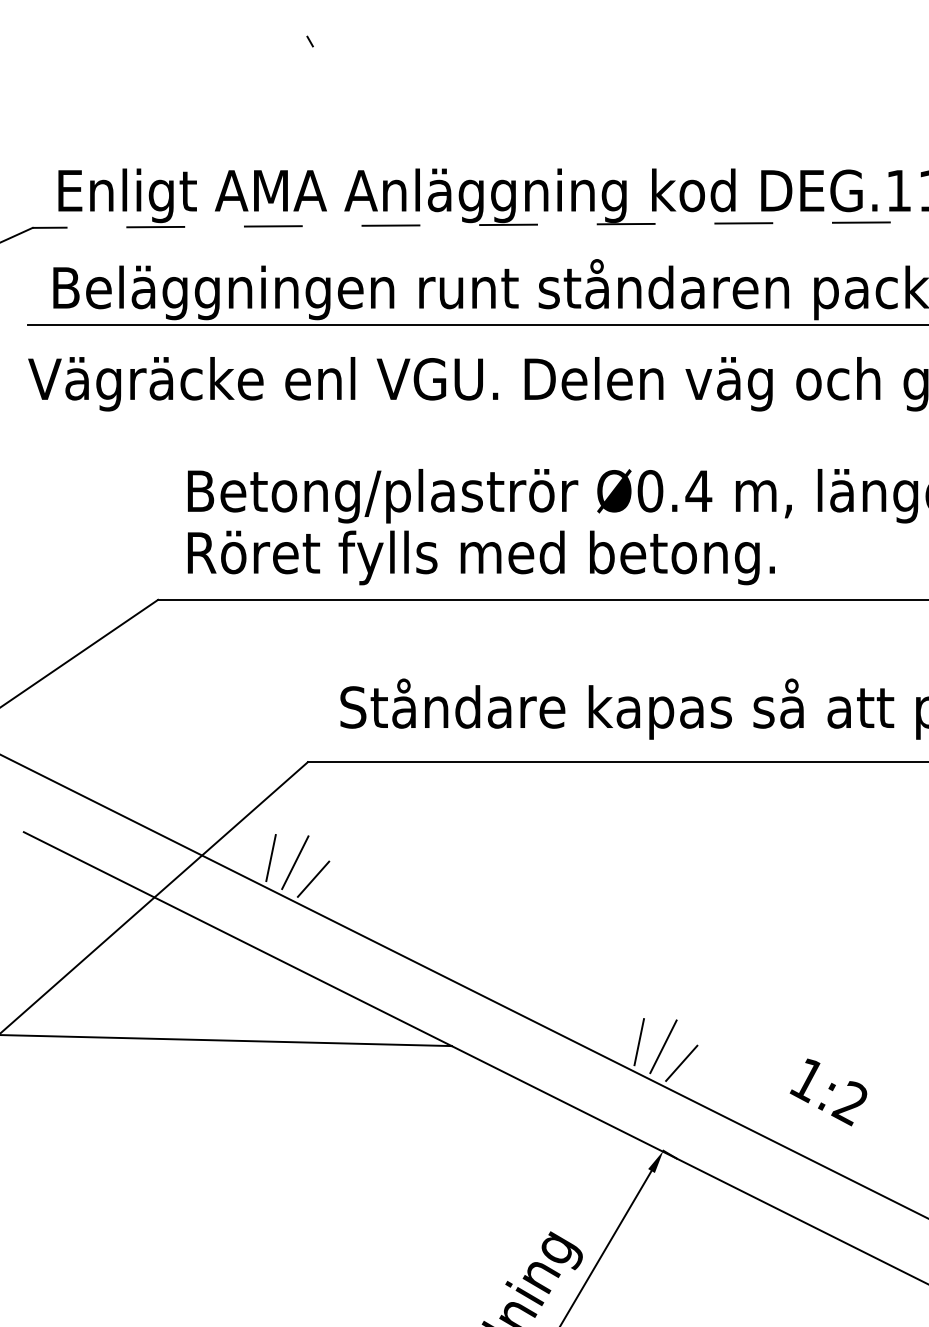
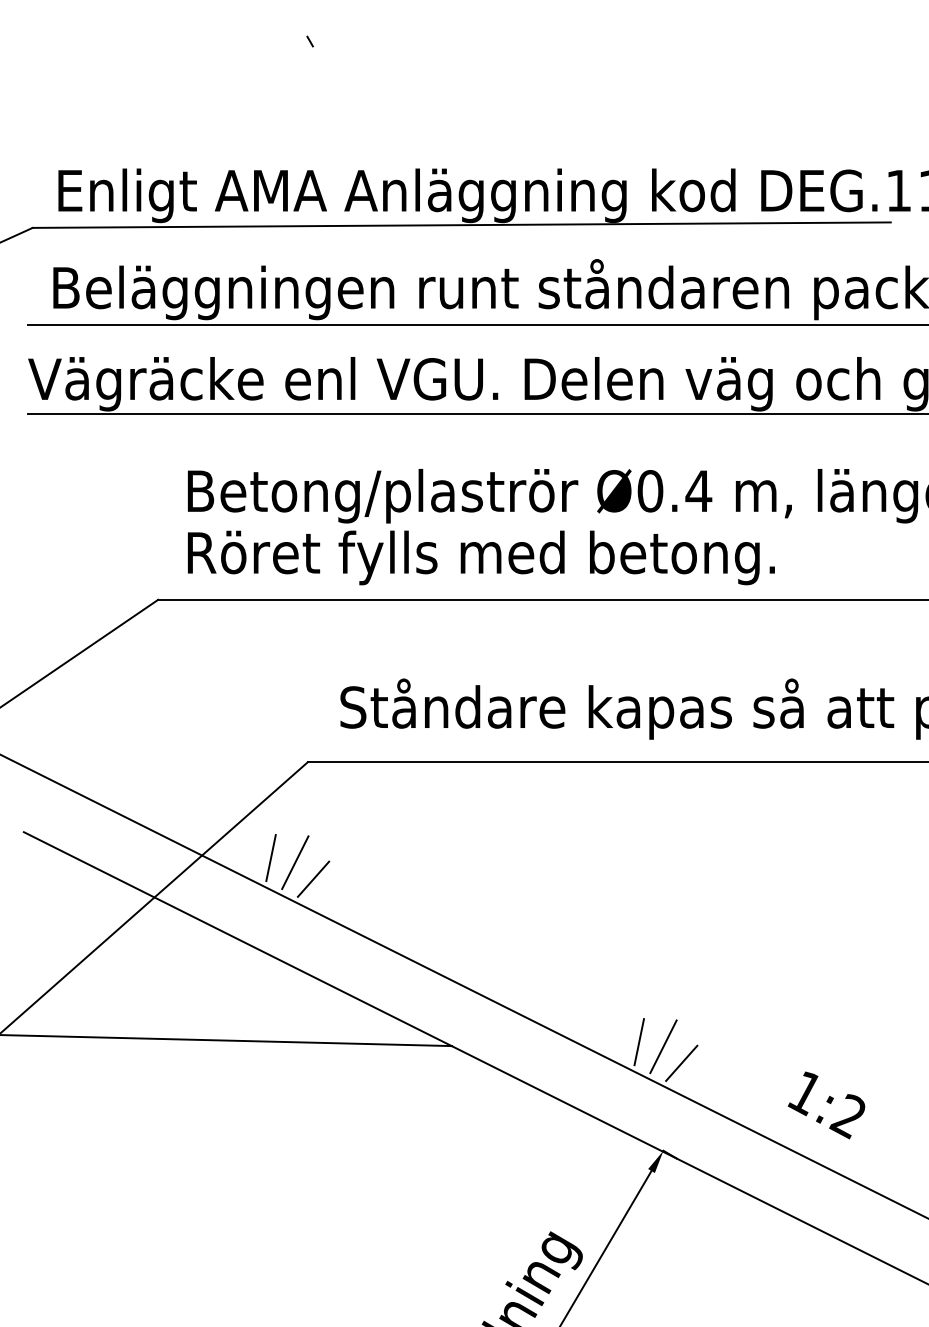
line at (461, 225): dashed -> solid
line at (476, 414): none -> present
text at (828, 1092) position: (828, 1092) -> (826, 1105)
